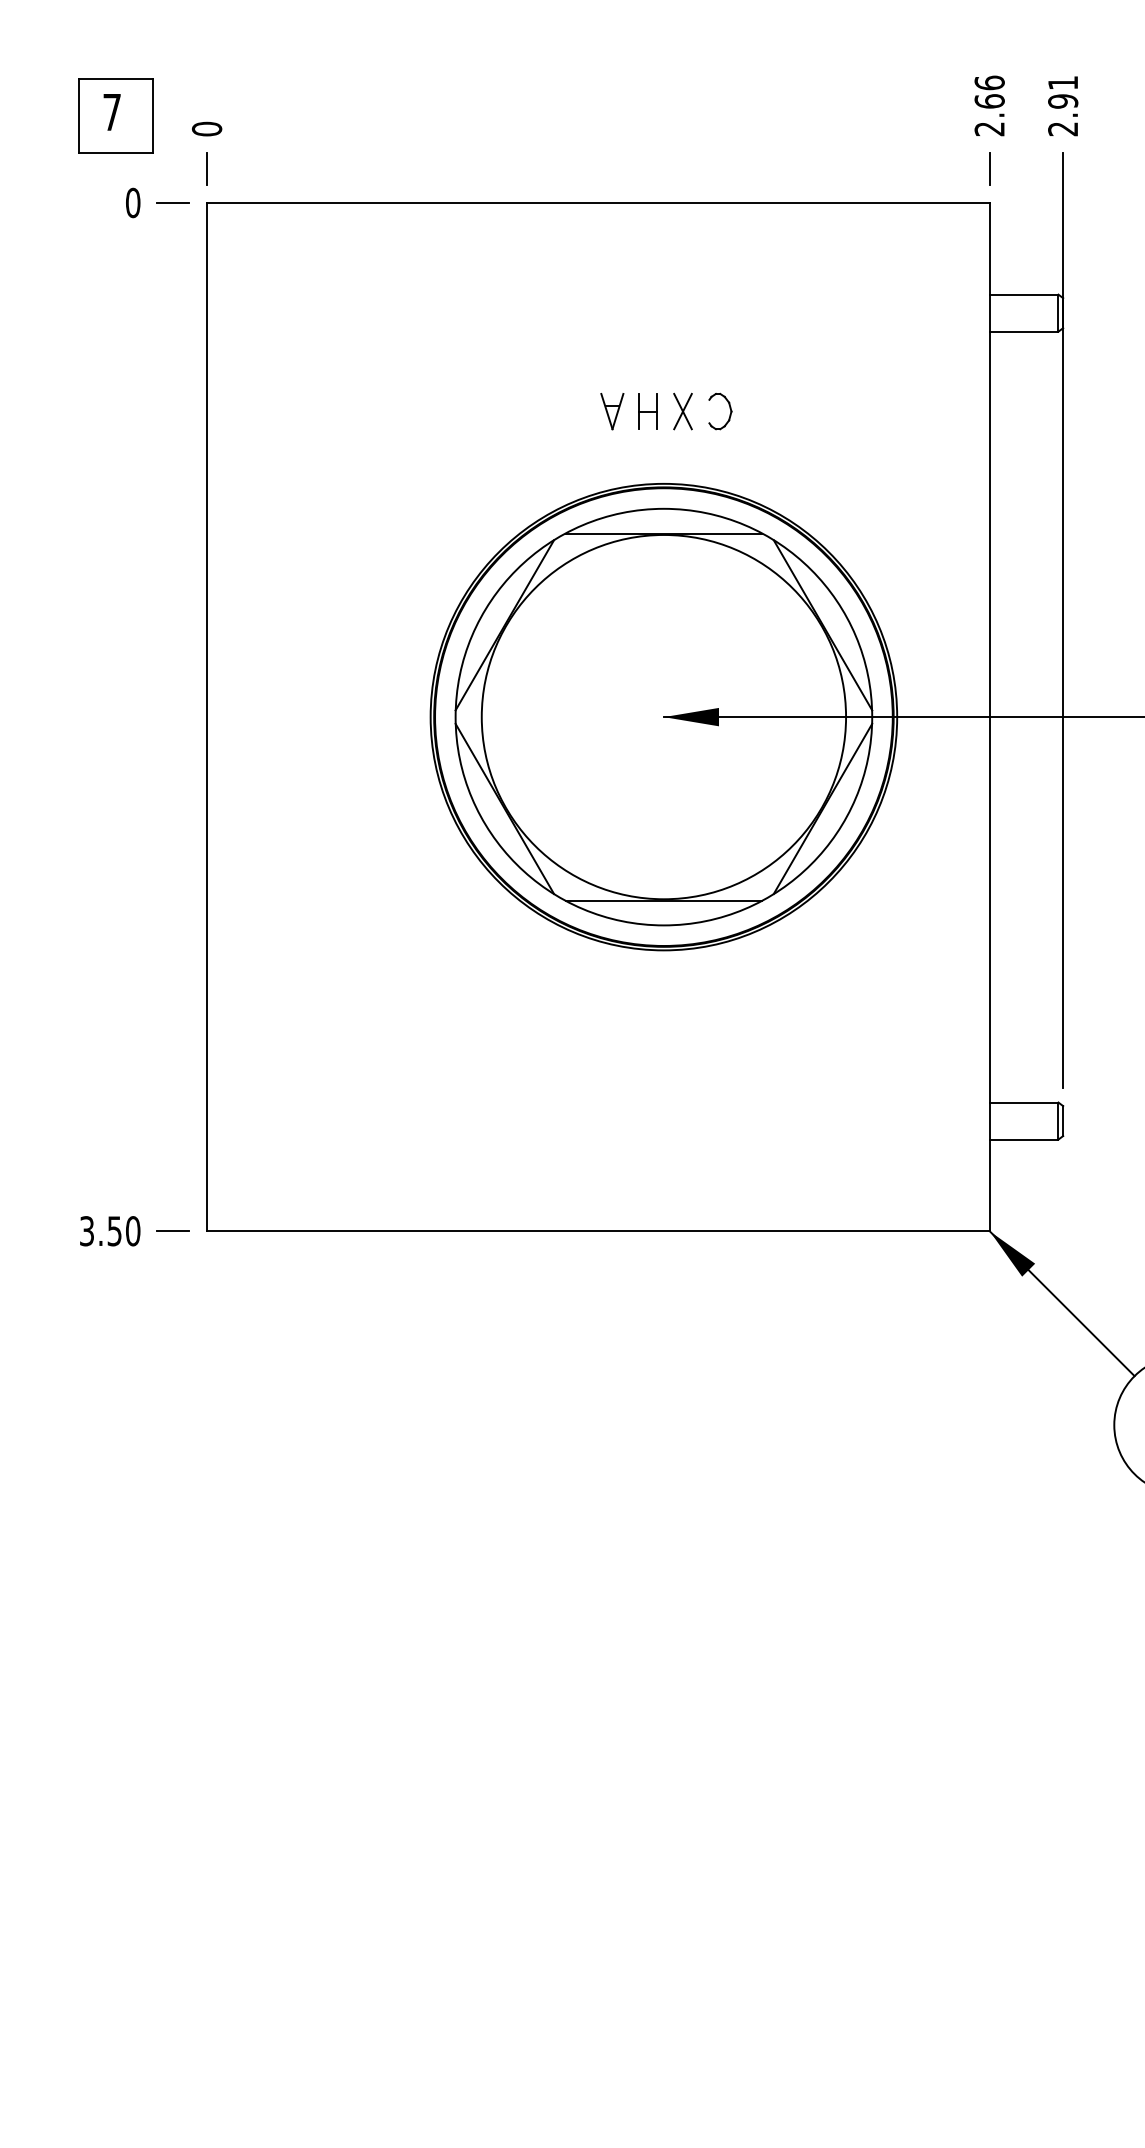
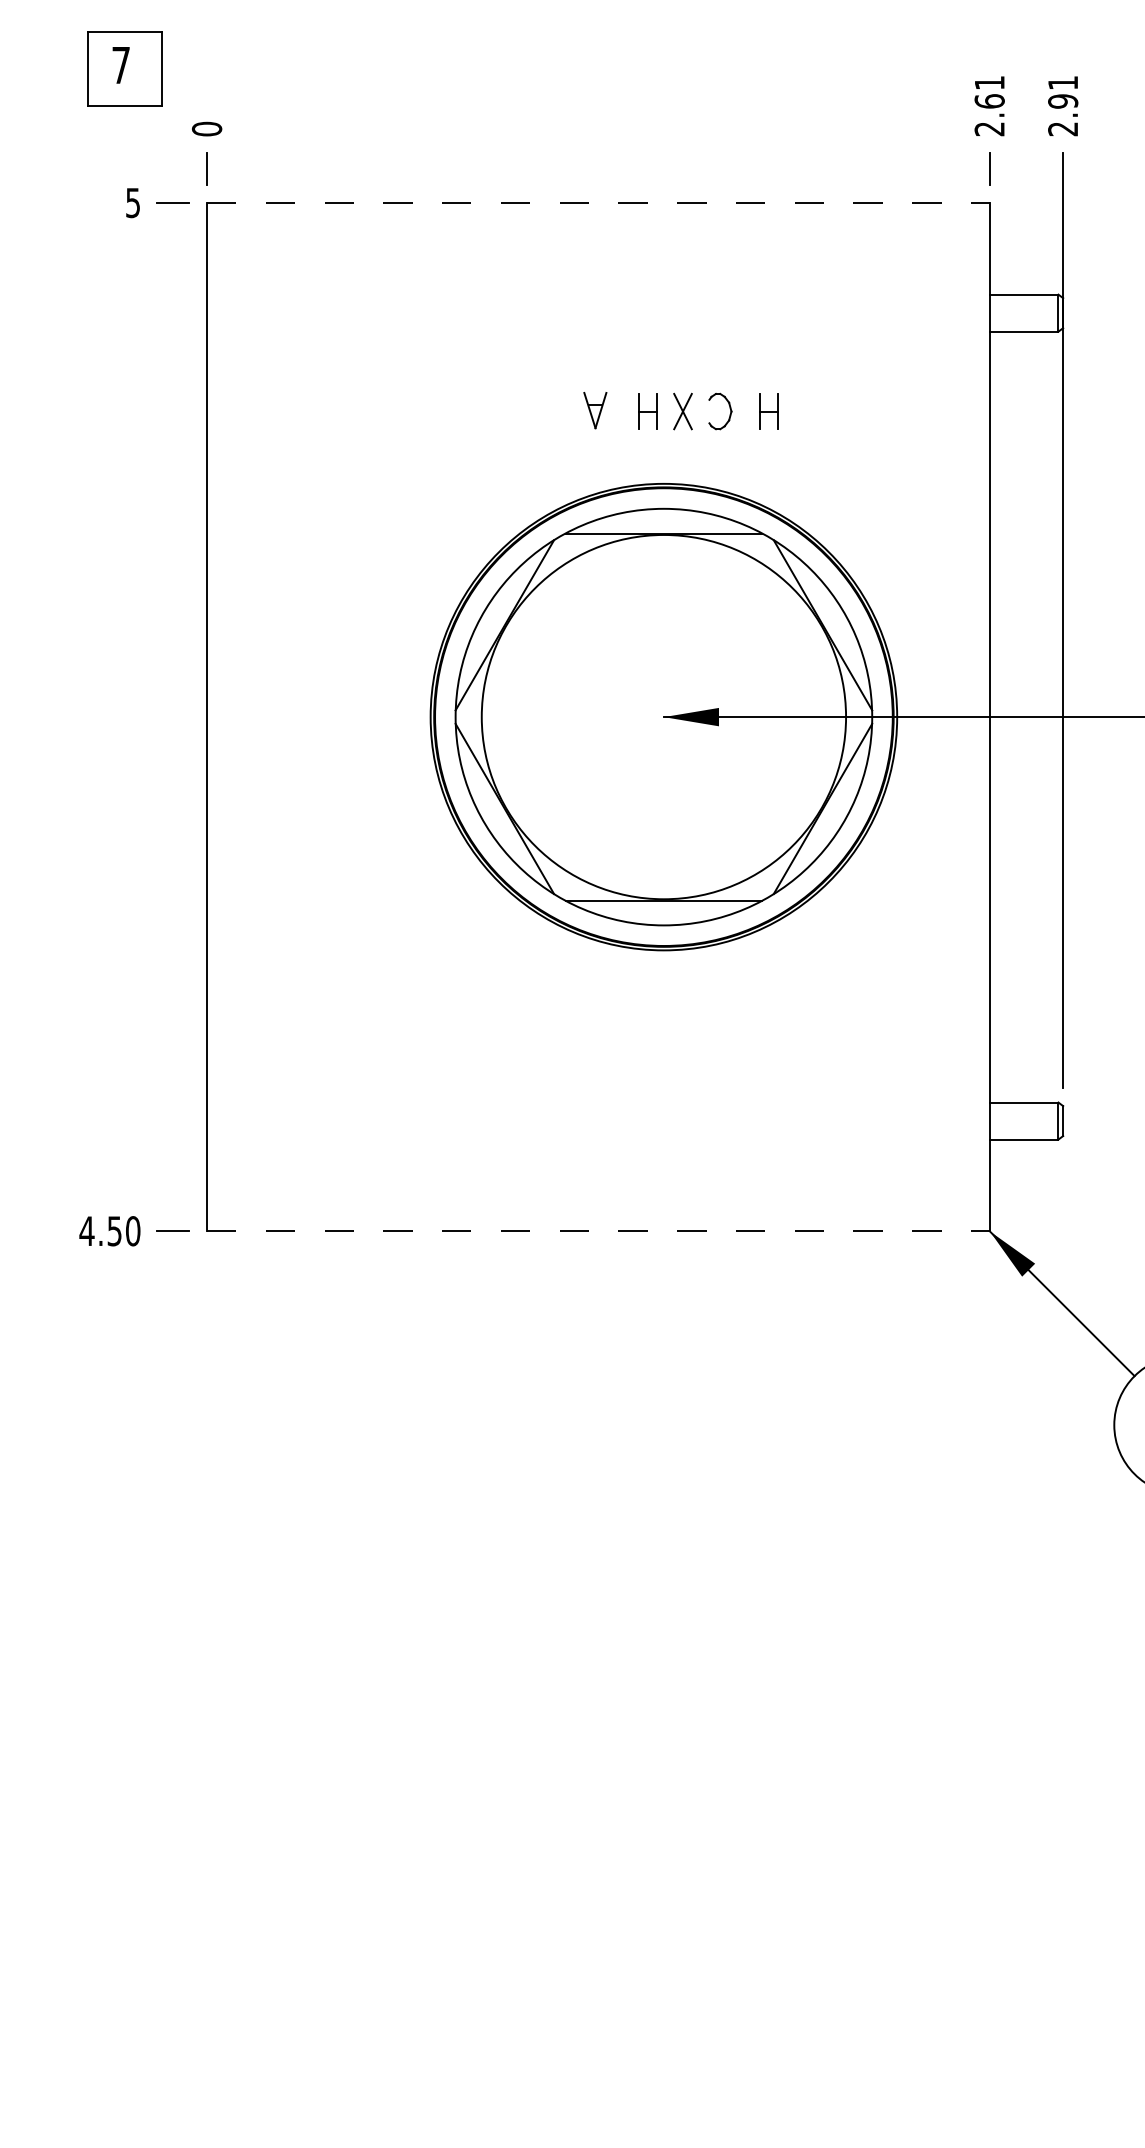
text at (989, 82): 2.66 -> 2.61
part at (115, 115) position: (115, 115) -> (124, 68)
text at (133, 202): 0 -> 5
line at (598, 203): solid -> dashed
part at (612, 411) position: (612, 411) -> (595, 410)
part at (768, 411): none -> present
text at (86, 1231): 3.50 -> 4.50
line at (598, 1231): solid -> dashed
